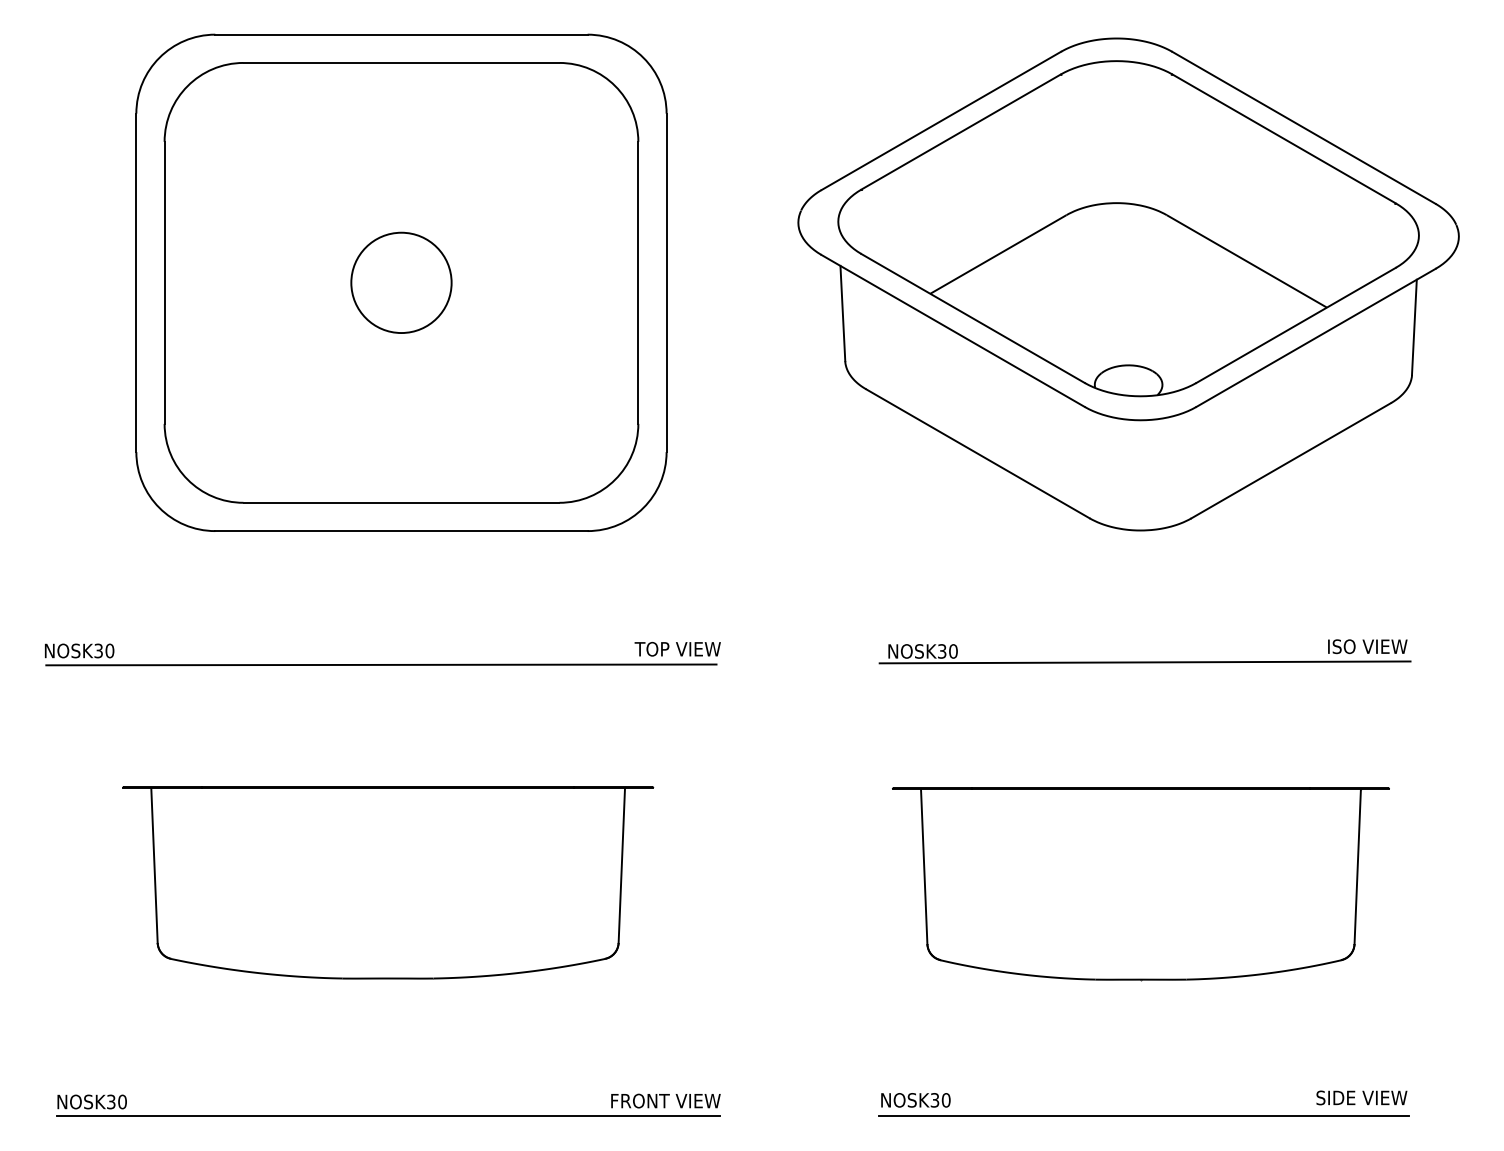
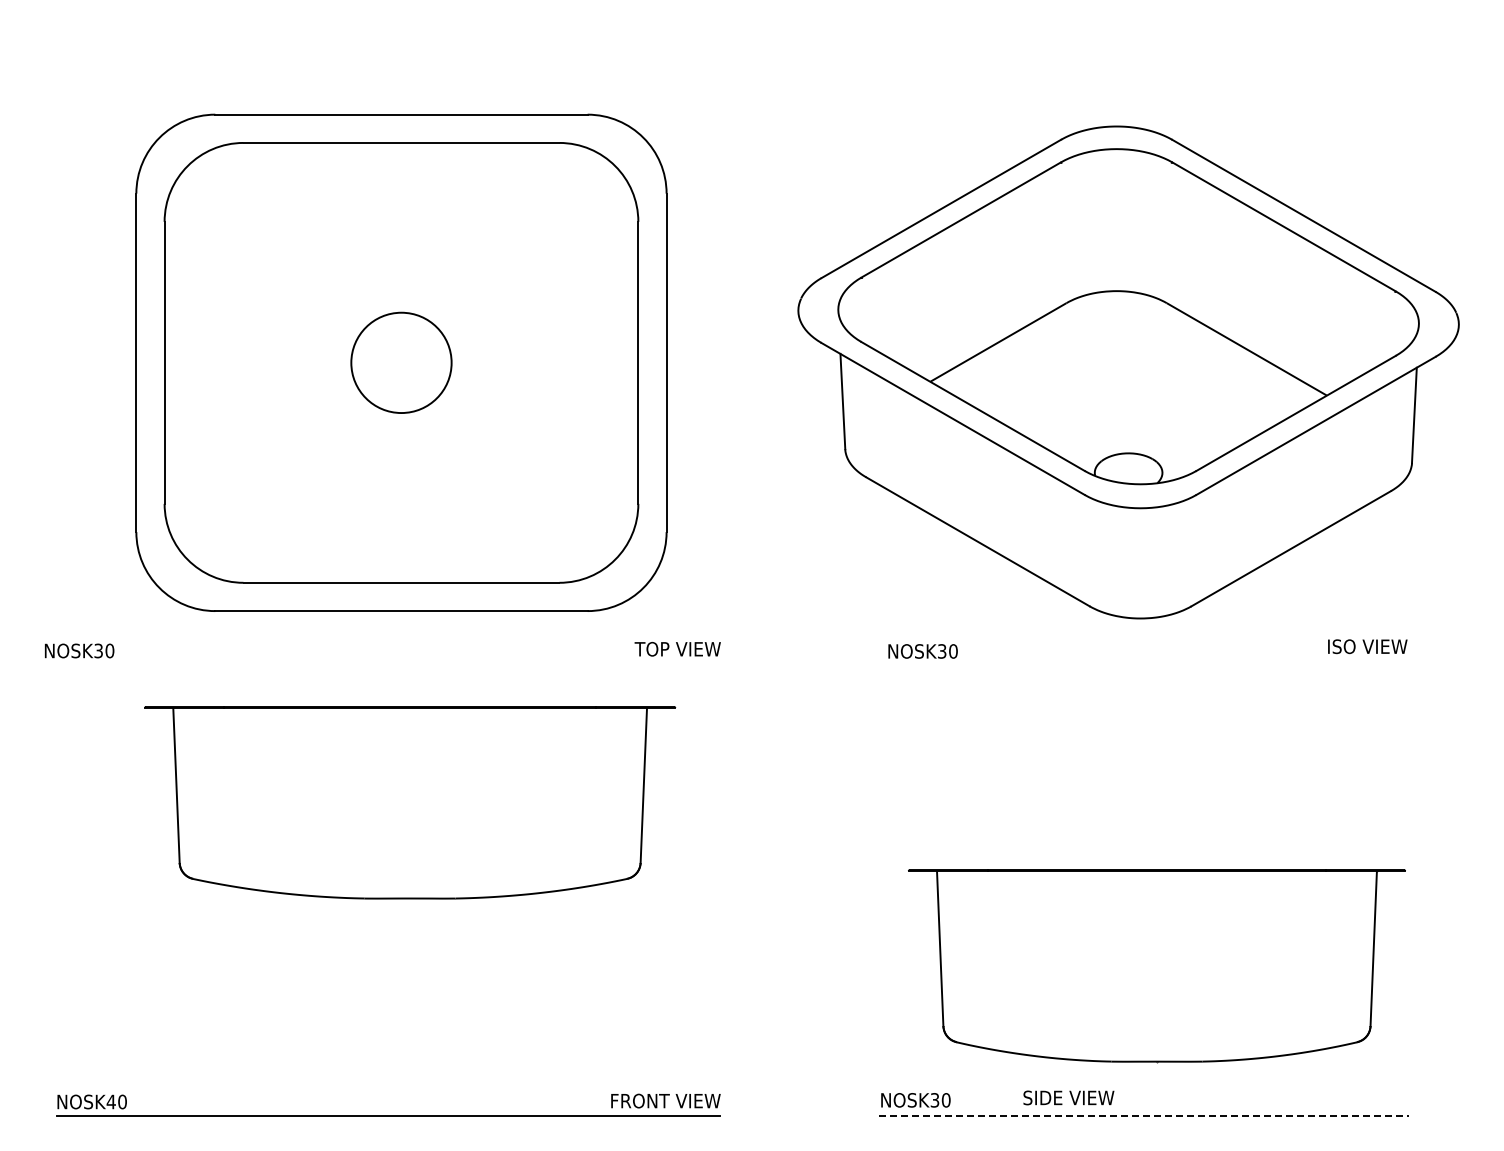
part at (401, 282) position: (401, 282) -> (401, 362)
part at (1128, 284) position: (1128, 284) -> (1128, 372)
line at (1144, 662): present -> none
line at (381, 664): present -> none
part at (388, 882) position: (388, 882) -> (410, 802)
part at (1140, 884) position: (1140, 884) -> (1156, 966)
text at (1361, 1097) position: (1361, 1097) -> (1068, 1097)
text at (110, 1101): NOSK30 -> NOSK40
line at (1143, 1116): solid -> dashed
